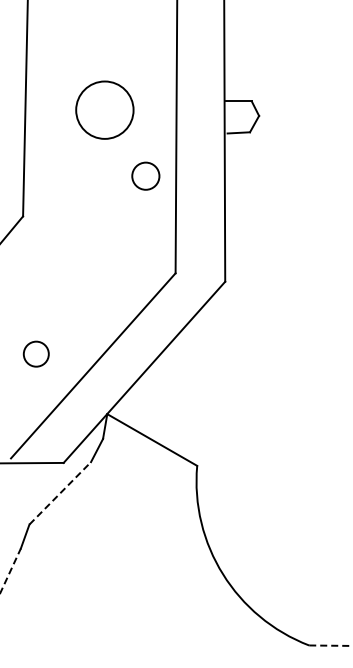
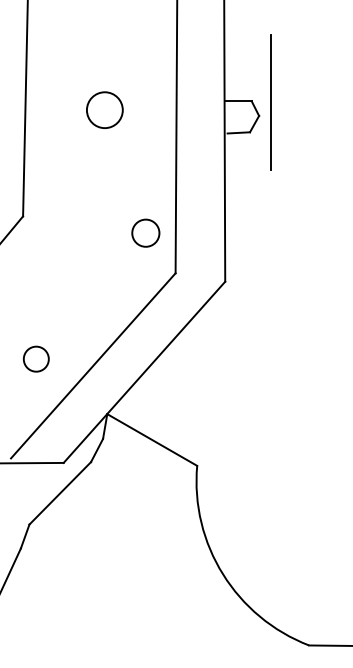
line at (271, 102): none -> present
circle at (104, 109) diameter: 57 px -> 36 px
circle at (145, 175) position: (145, 175) -> (145, 232)
circle at (35, 353) position: (35, 353) -> (35, 358)
line at (60, 493): dashed -> solid
line at (10, 570): dashed -> solid
line at (331, 645): dashed -> solid
